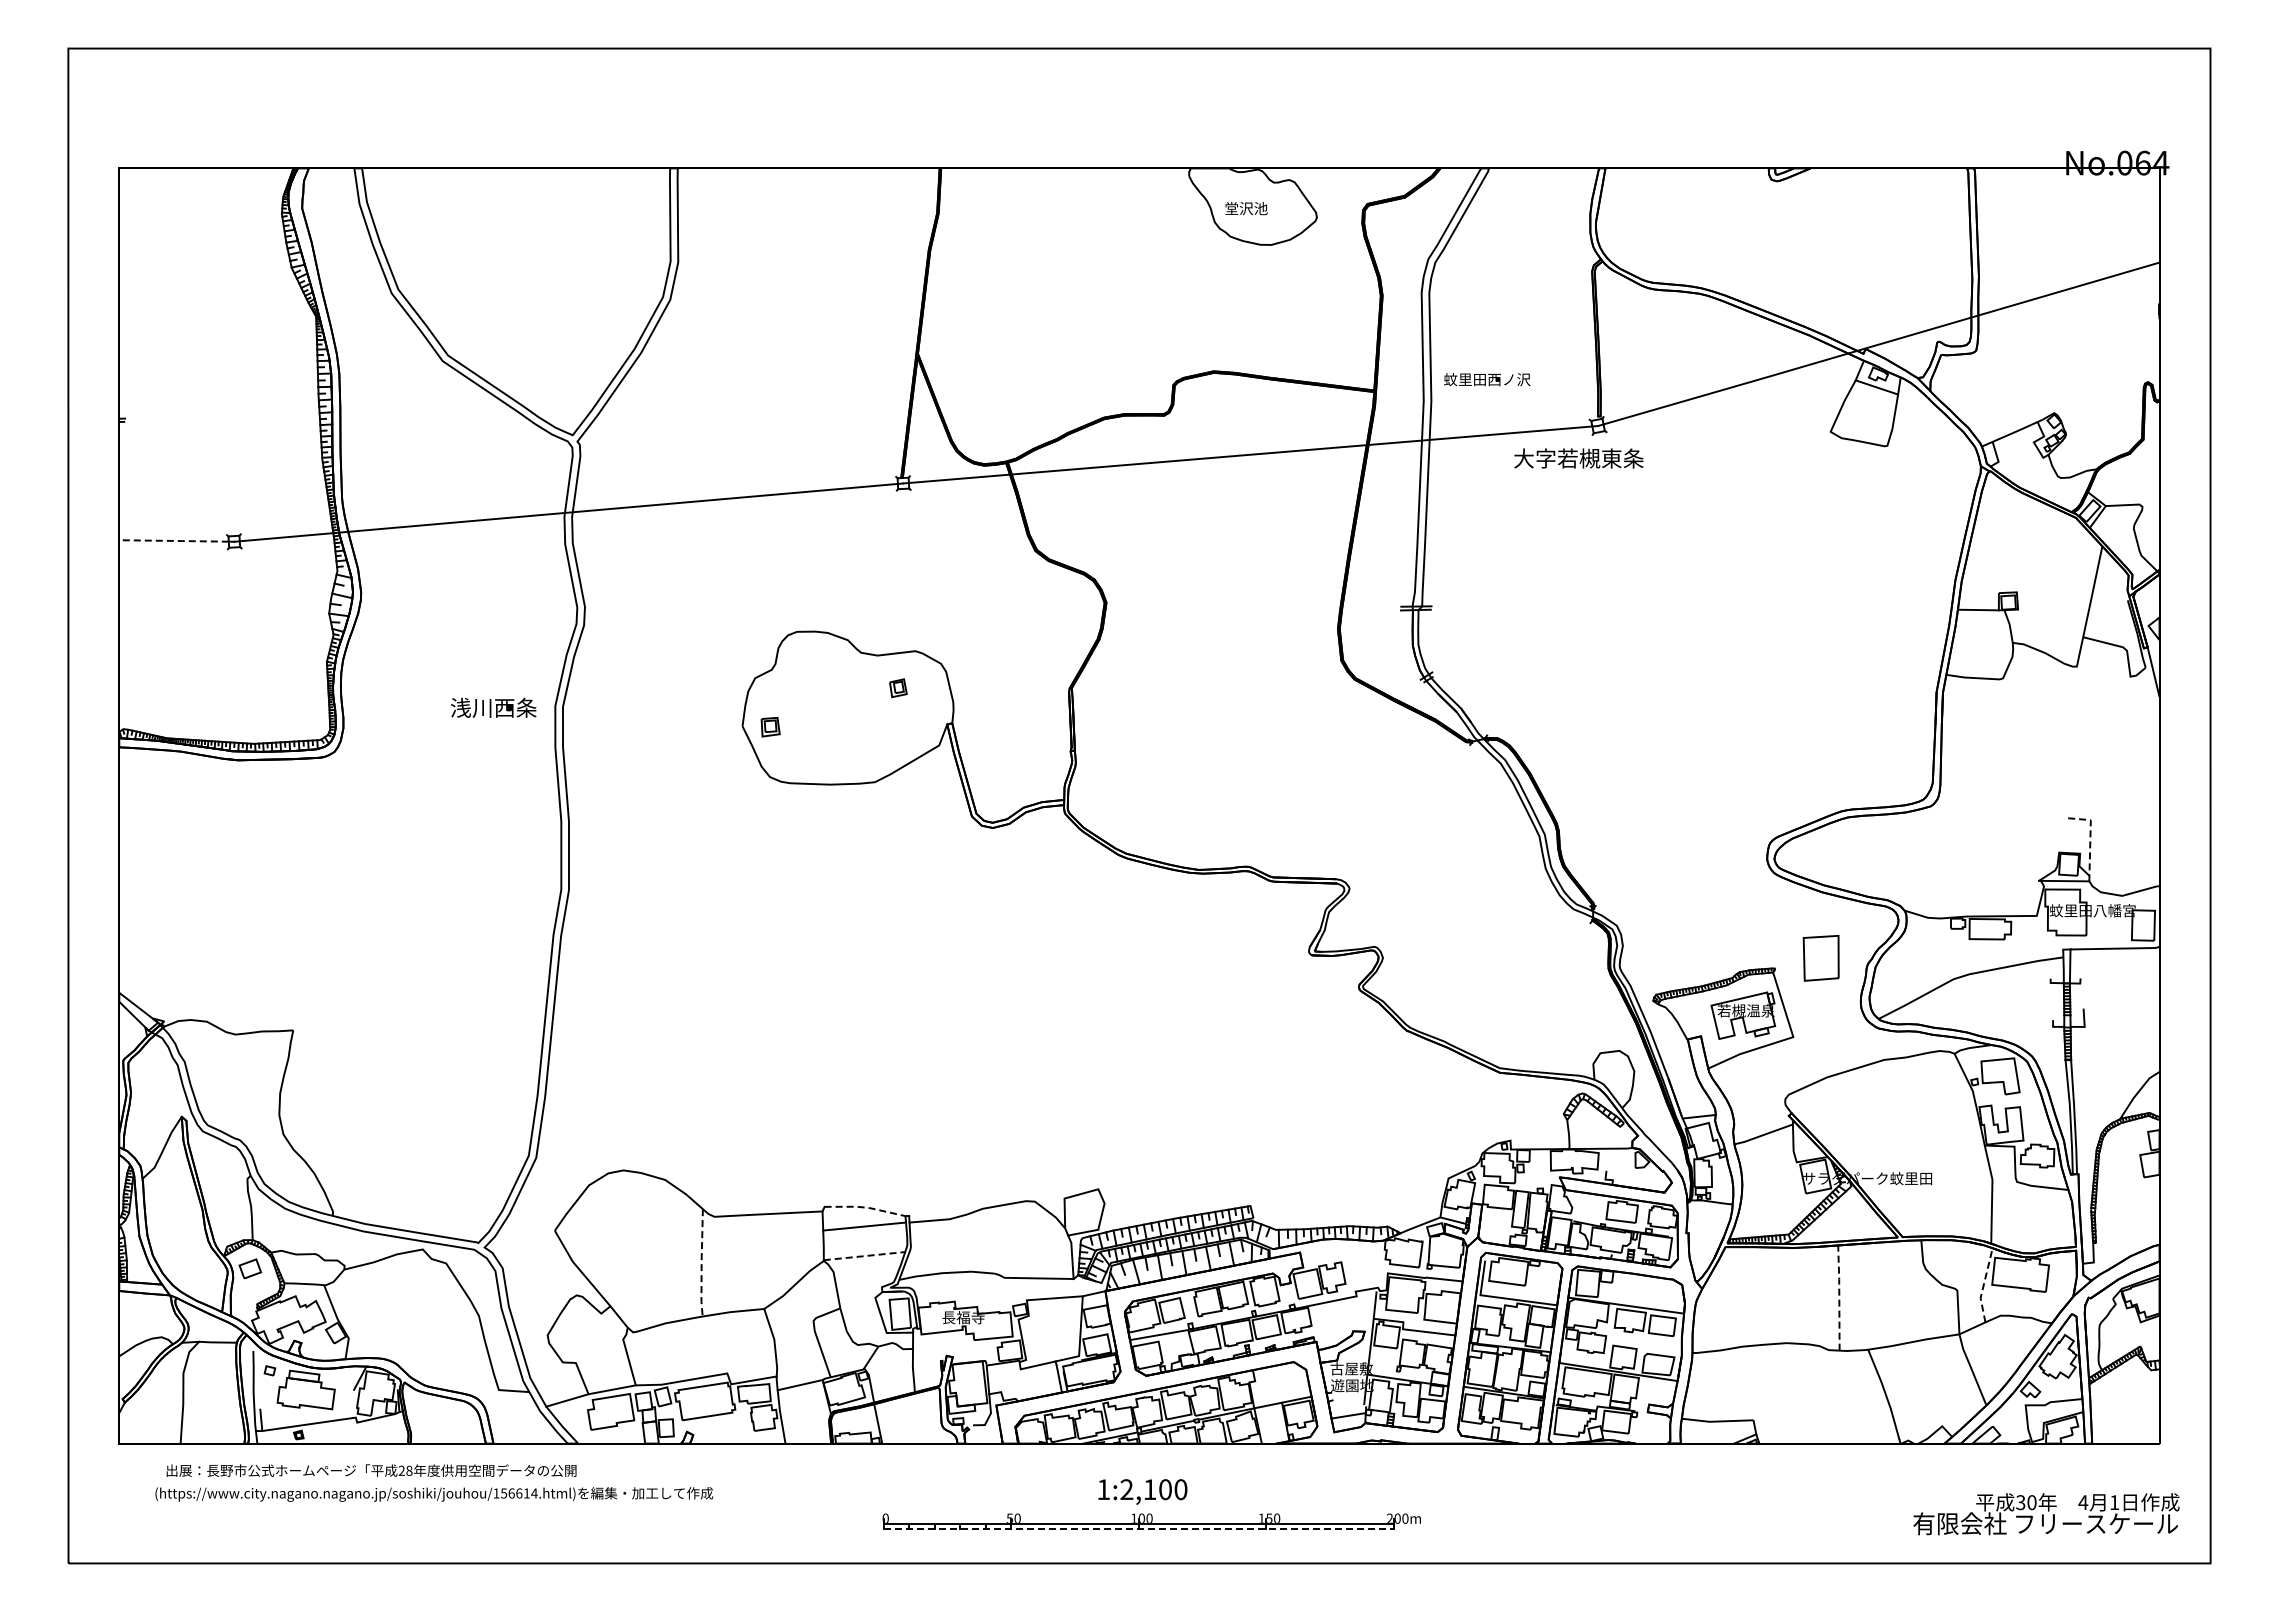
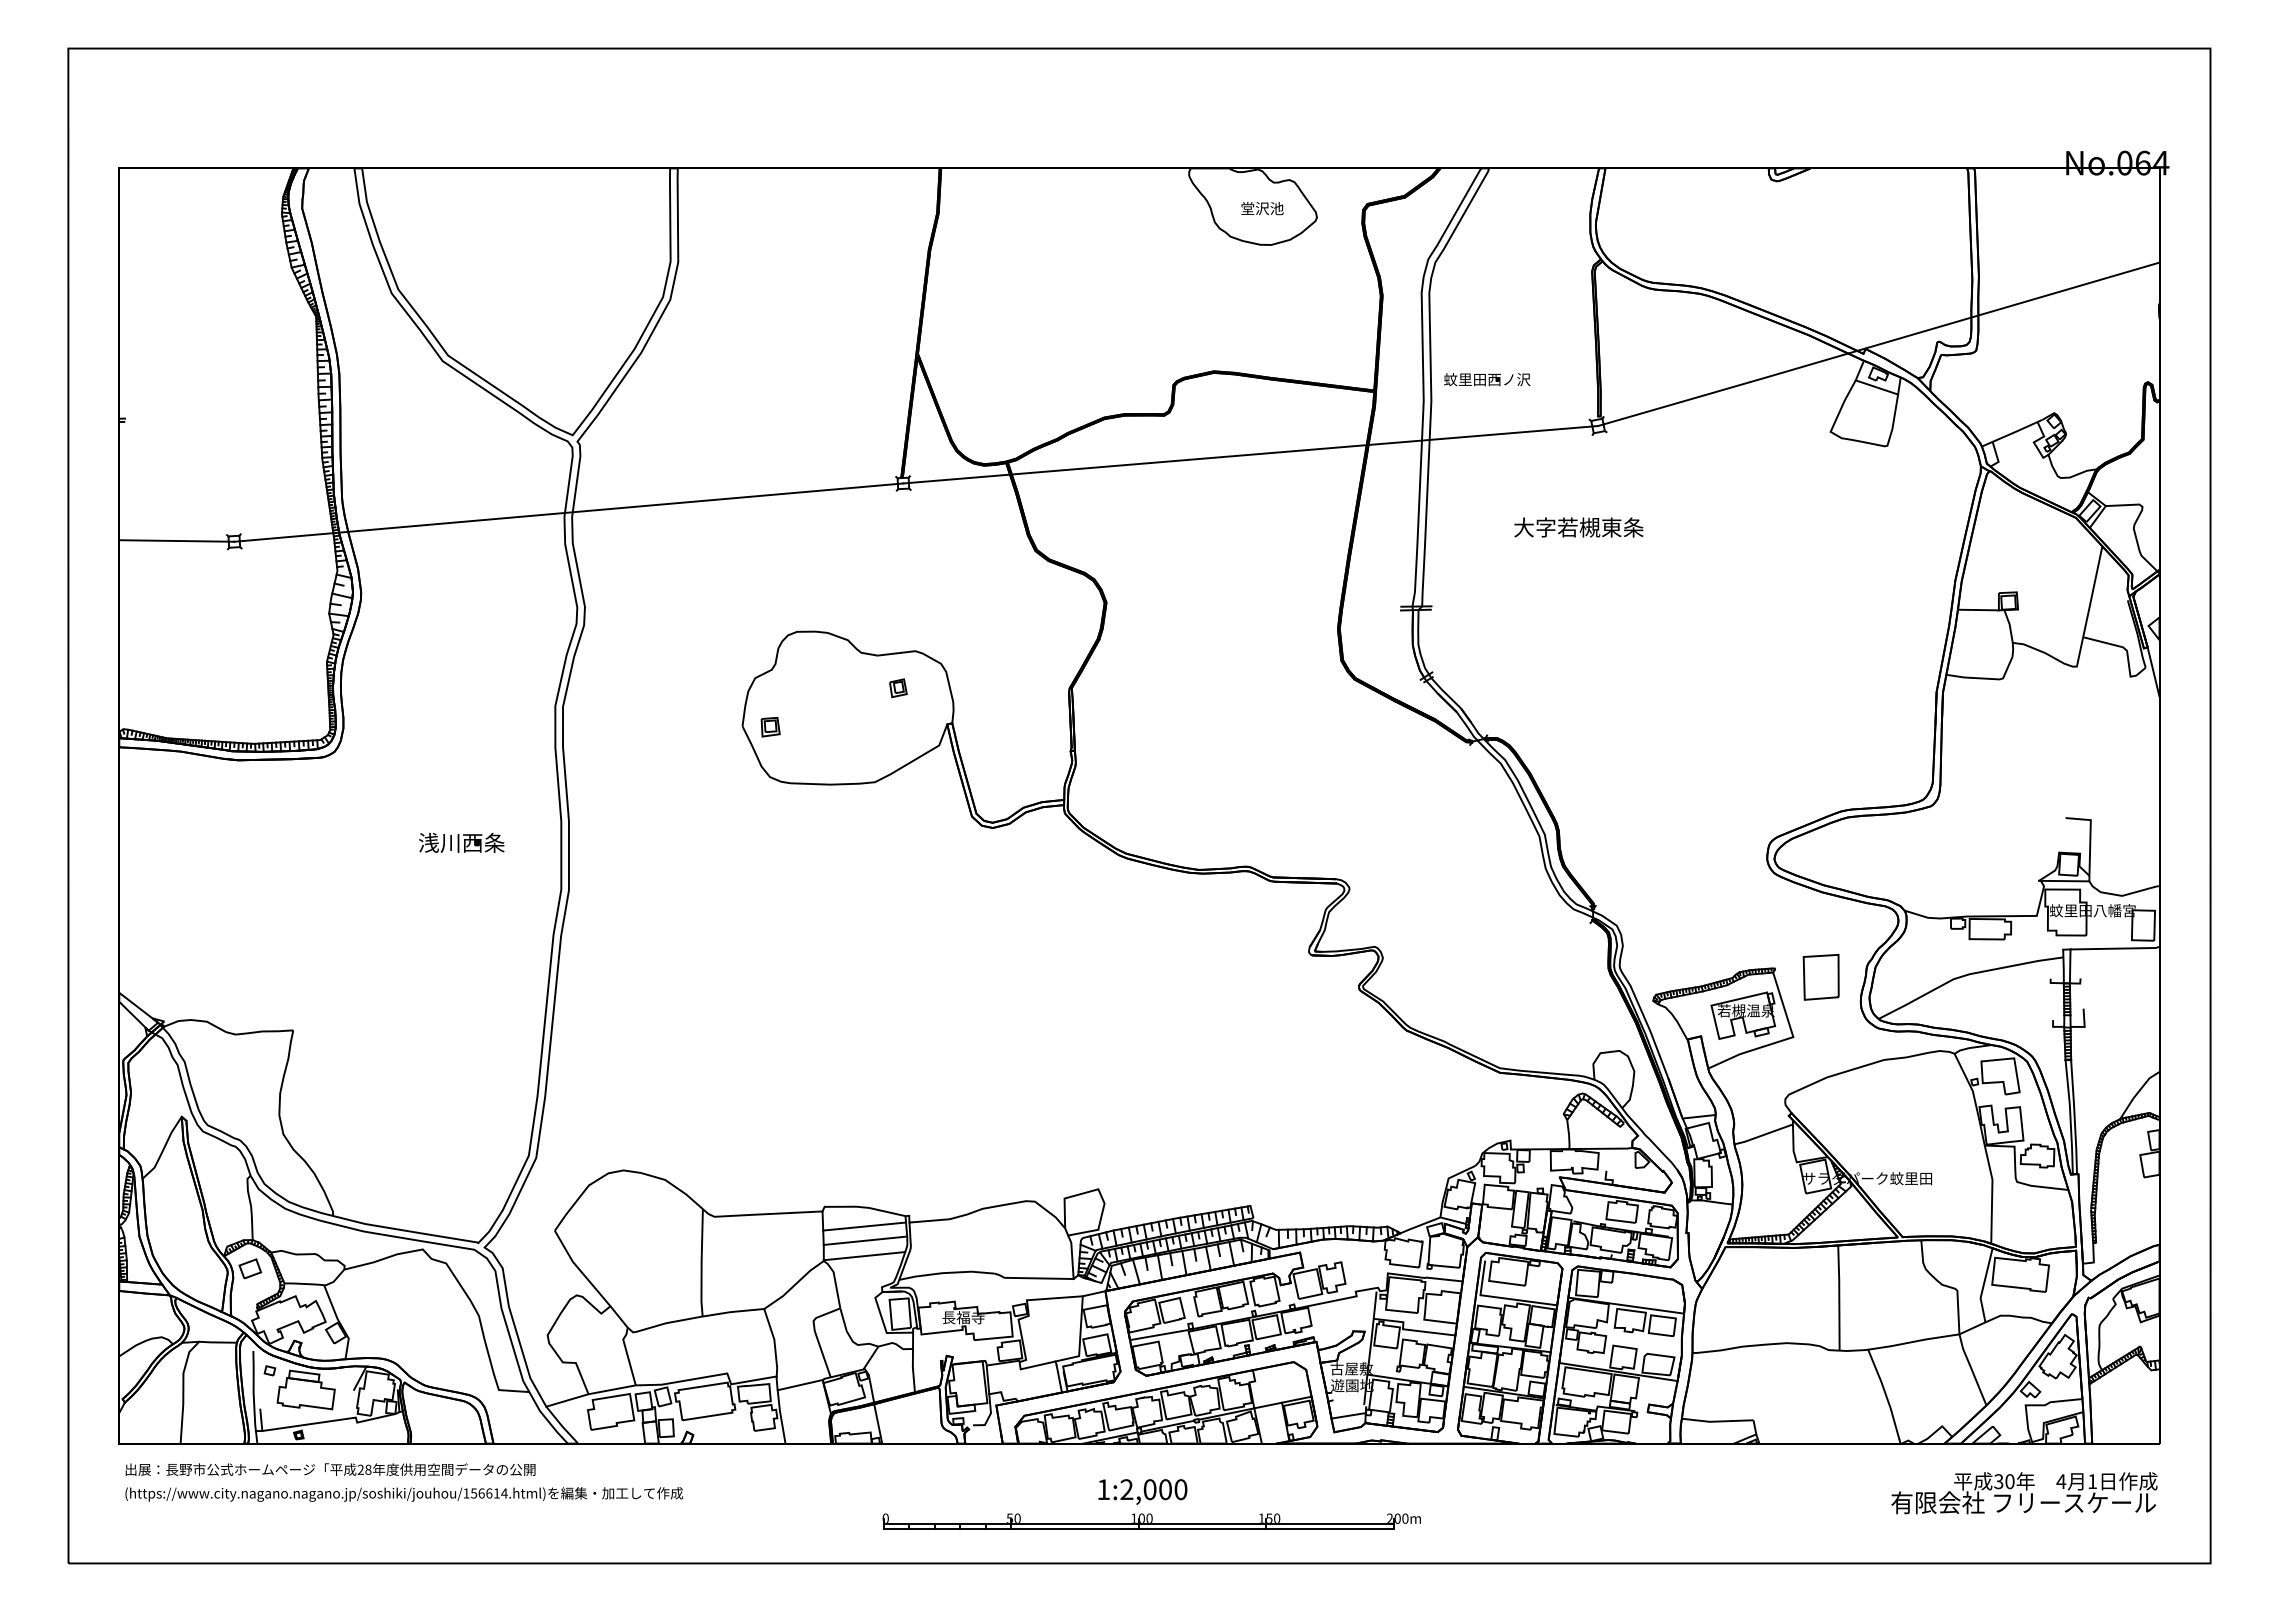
text at (1246, 208) position: (1246, 208) -> (1262, 208)
text at (1578, 458) position: (1578, 458) -> (1578, 527)
line at (174, 540): dashed -> solid
text at (493, 707) position: (493, 707) -> (461, 842)
line at (2090, 836): dashed -> solid
part at (1820, 958) position: (1820, 958) -> (1820, 977)
line at (866, 1207): dashed -> solid
line at (865, 1240): none -> present
line at (864, 1256): dashed -> solid
line at (701, 1263): dashed -> solid
line at (1983, 1285): dashed -> solid
line at (1839, 1297): dashed -> solid
text at (371, 1470) position: (371, 1470) -> (330, 1469)
text at (1149, 1489): 1:2,100 -> 1:2,000
text at (434, 1494) position: (434, 1494) -> (404, 1494)
text at (2046, 1514) position: (2046, 1514) -> (2024, 1493)
line at (1139, 1529): dashed -> solid
